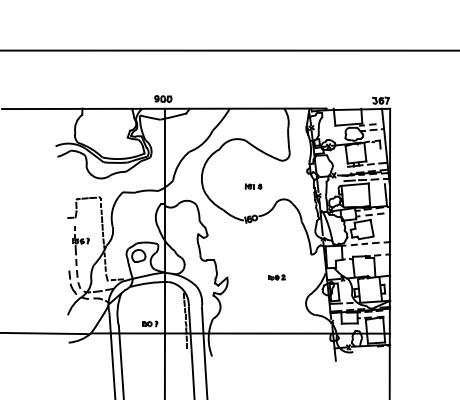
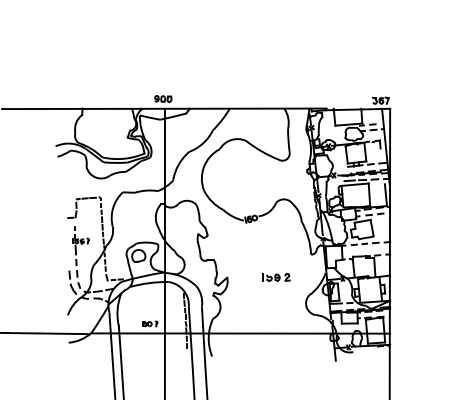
line at (229, 50): present -> none
part at (253, 186): present -> none
part at (276, 277) size: 18x7 px -> 29x9 px
